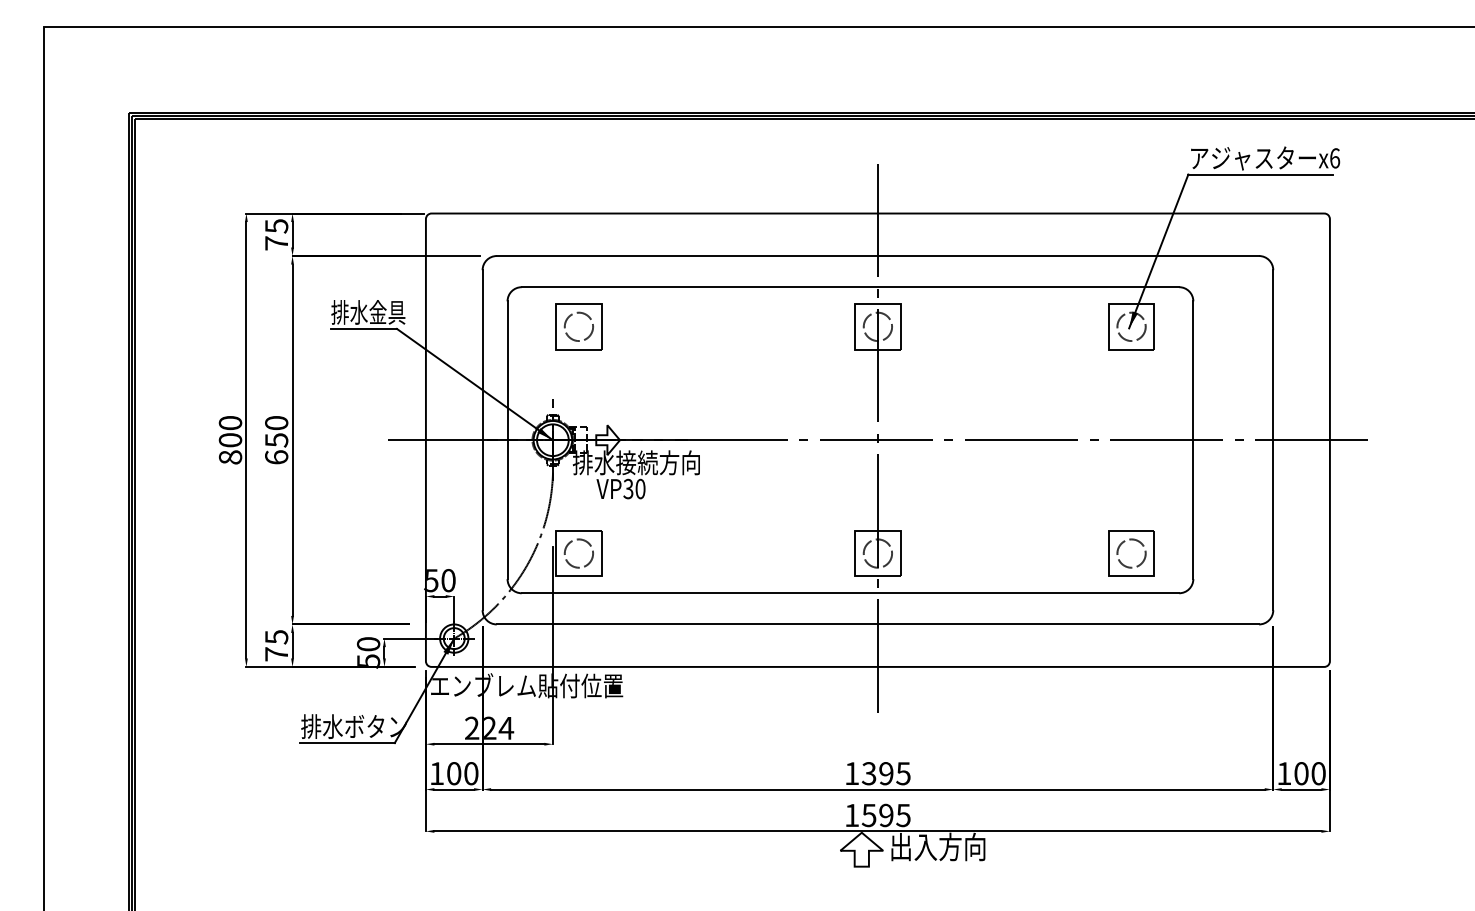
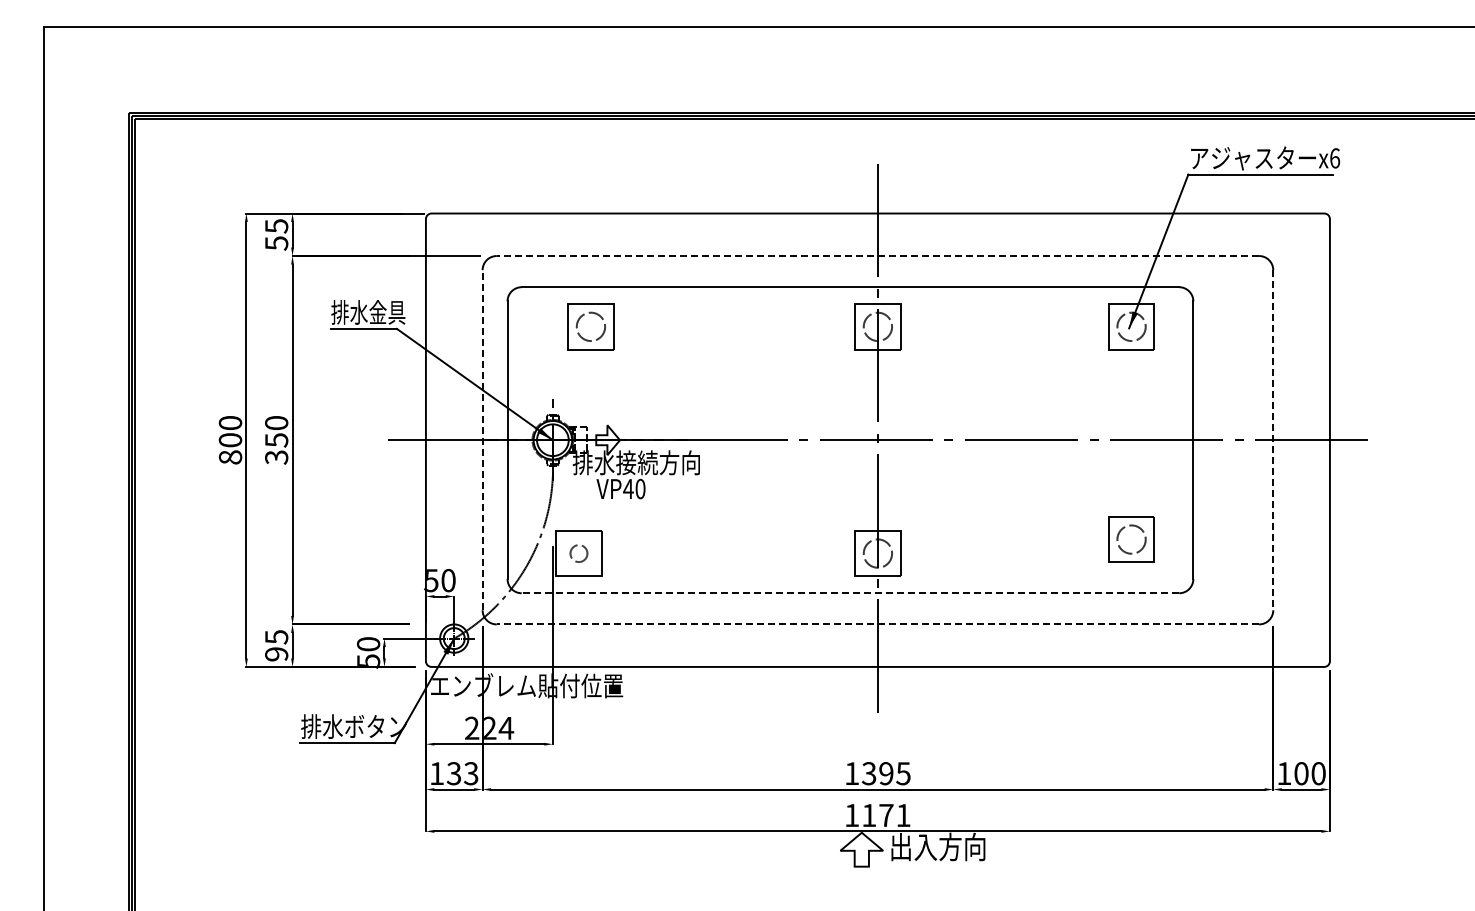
text at (276, 243): 75 -> 55
line at (877, 256): solid -> dashed
part at (578, 326) position: (578, 326) -> (590, 326)
line at (482, 439): solid -> dashed
line at (1273, 440): solid -> dashed
text at (276, 457): 650 -> 350
text at (628, 488): VP30 -> VP40
circle at (578, 553) diameter: 28 px -> 17 px
part at (1131, 553) position: (1131, 553) -> (1131, 539)
line at (850, 593): solid -> dashed
line at (877, 624): solid -> dashed
text at (276, 654): 75 -> 95
text at (462, 773): 100 -> 133
text at (885, 815): 1595 -> 1171
